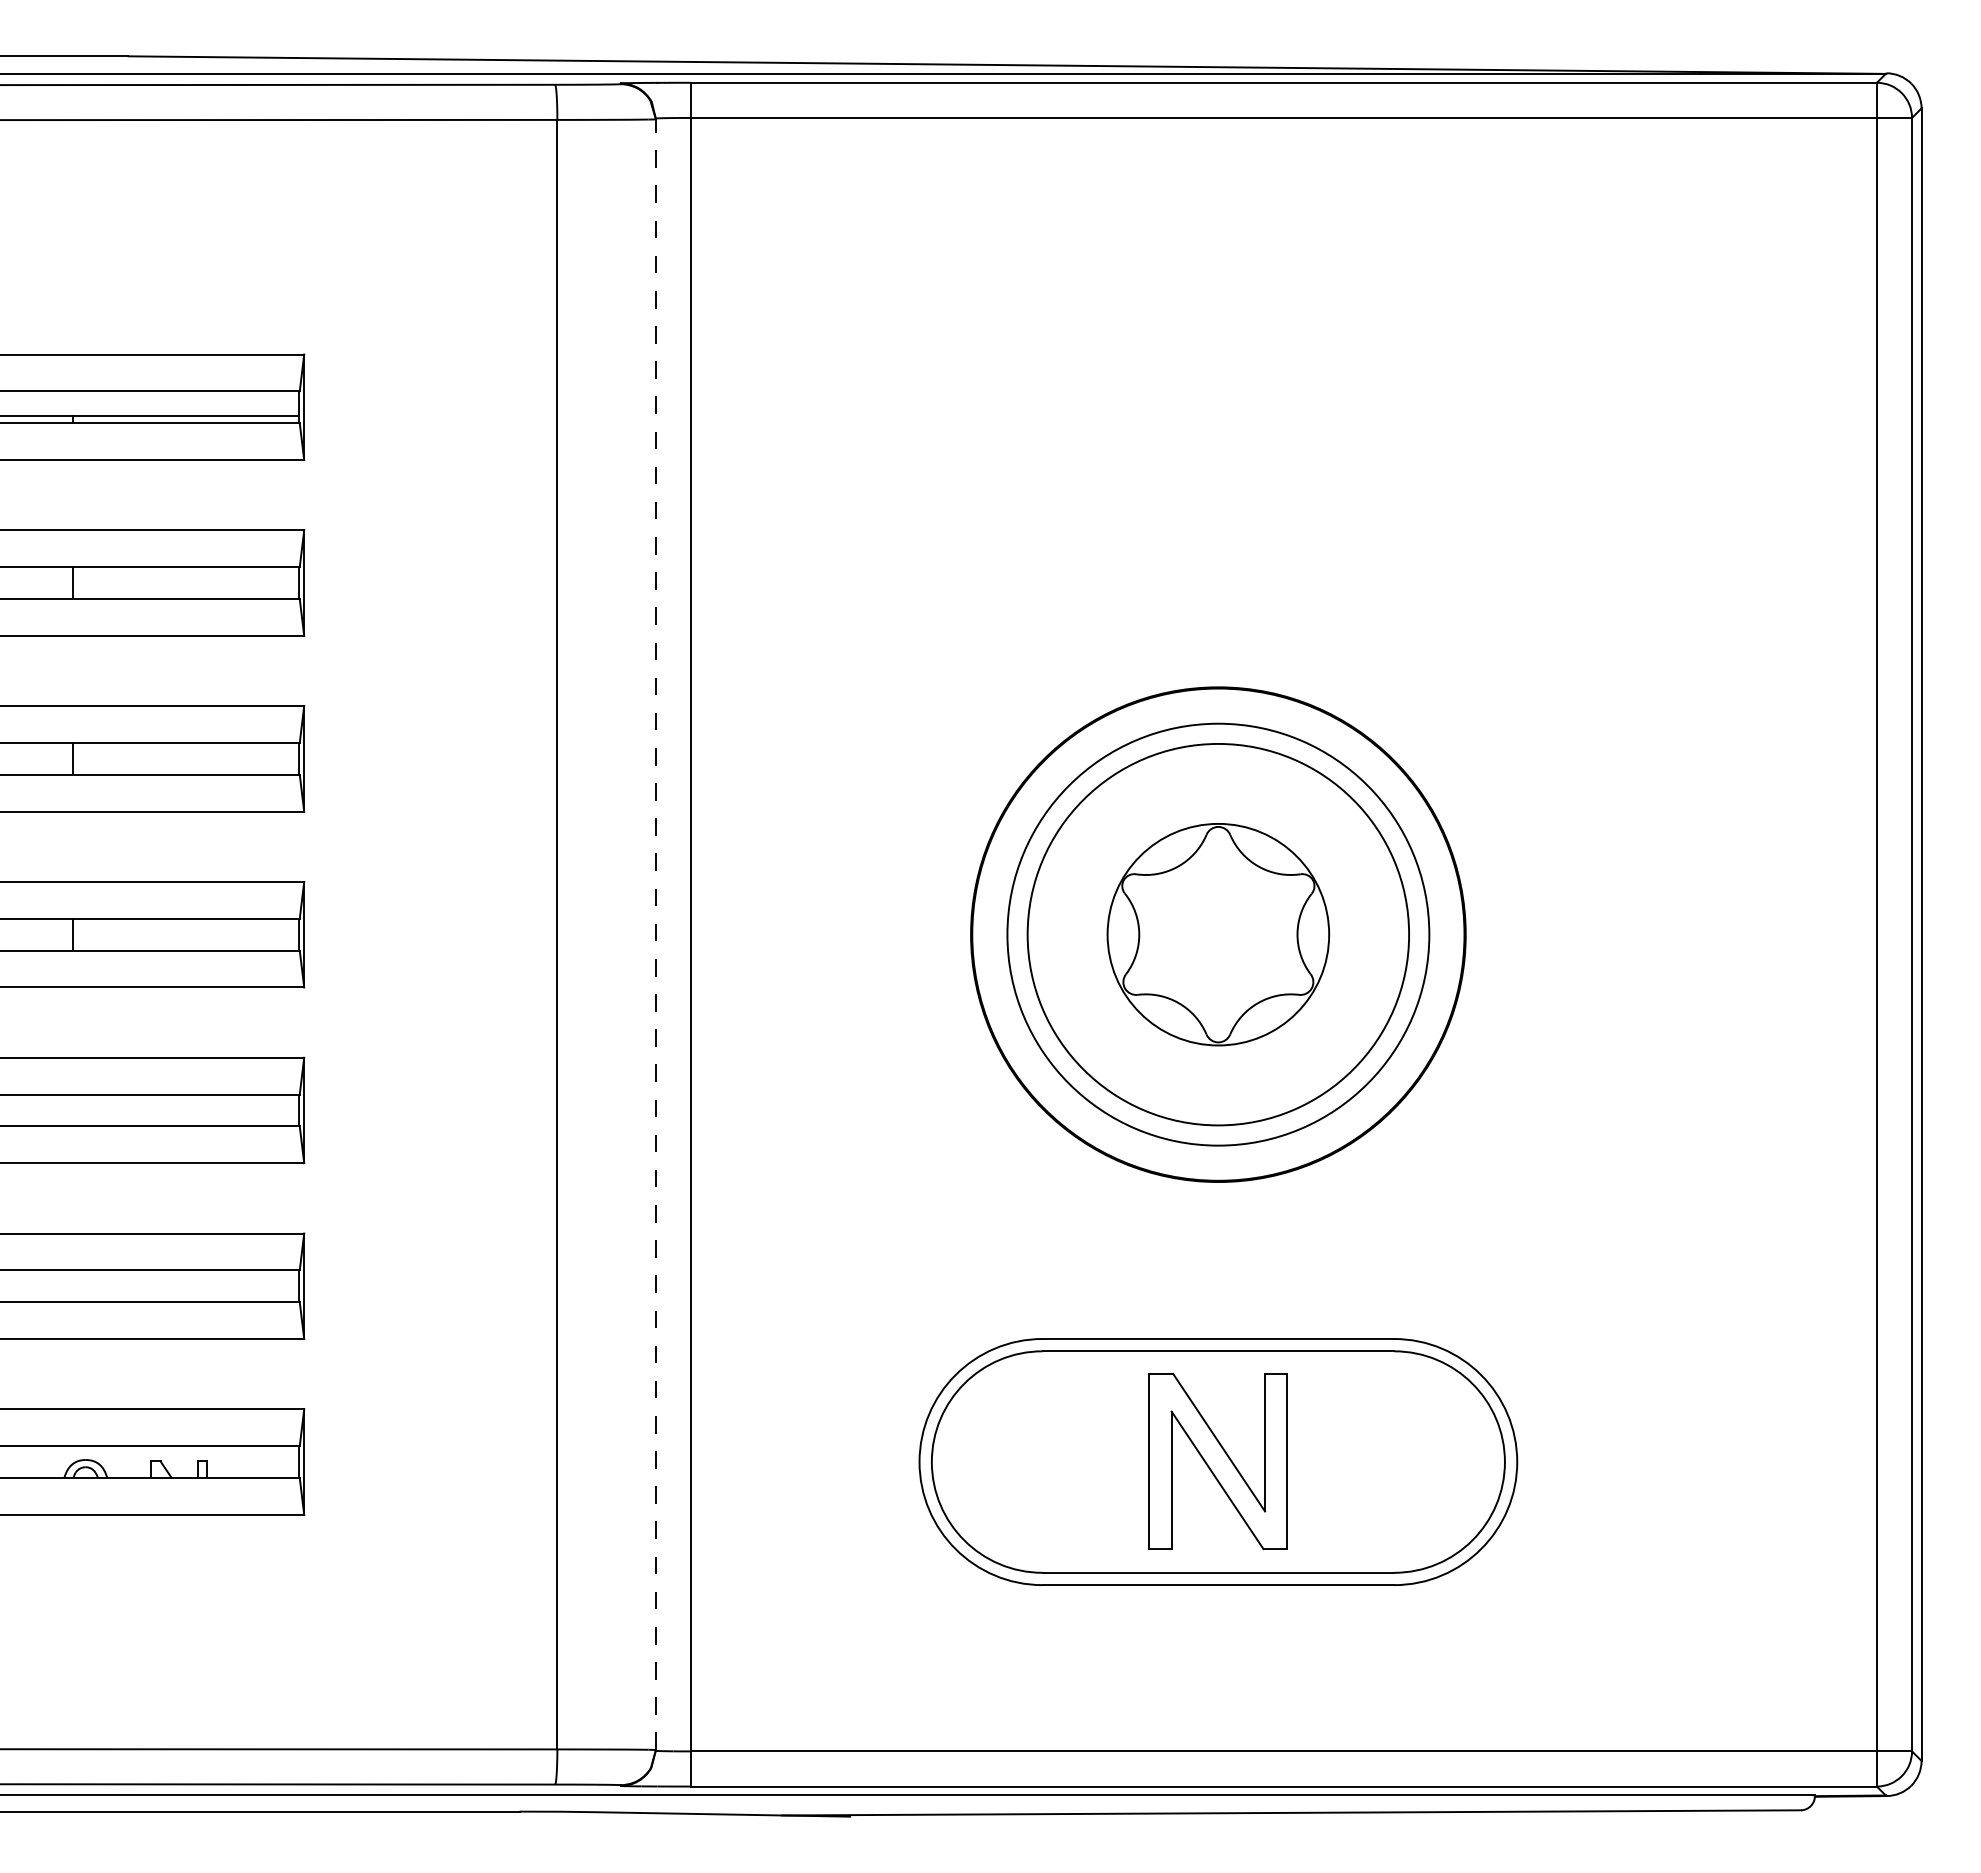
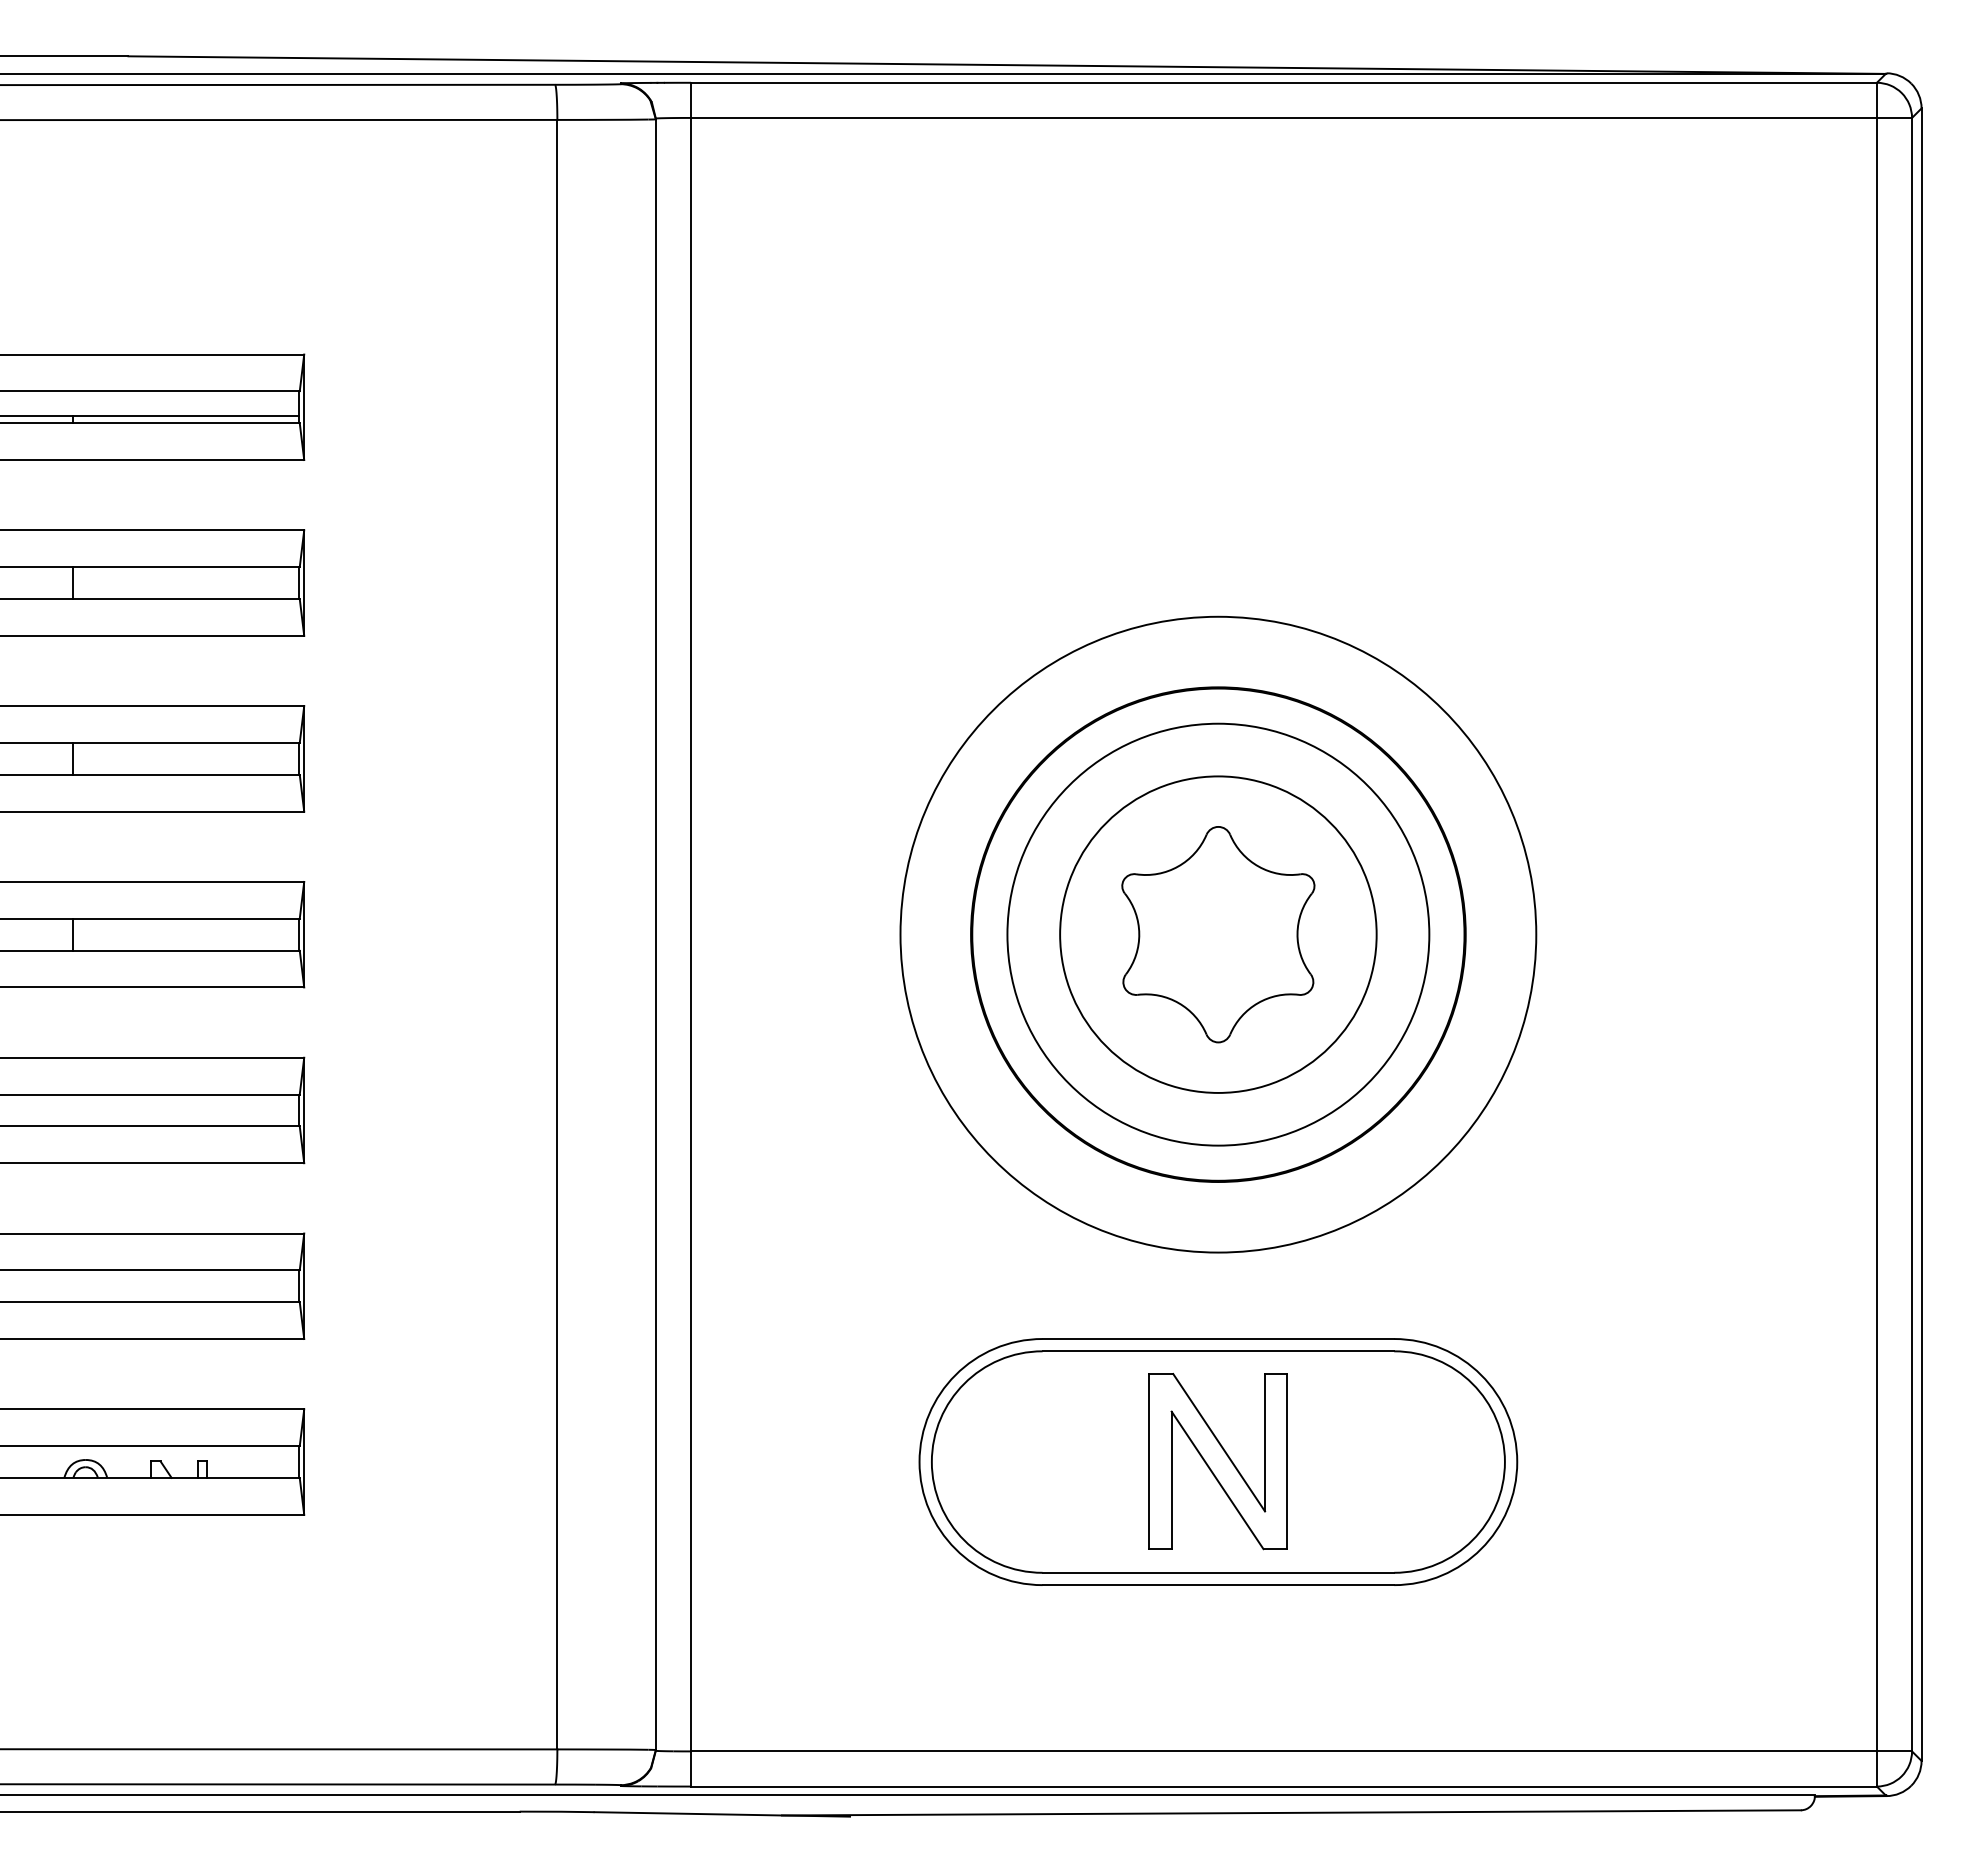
line at (655, 934): dashed -> solid
circle at (1218, 934) diameter: 222 px -> 317 px
circle at (1218, 934) diameter: 381 px -> 636 px
